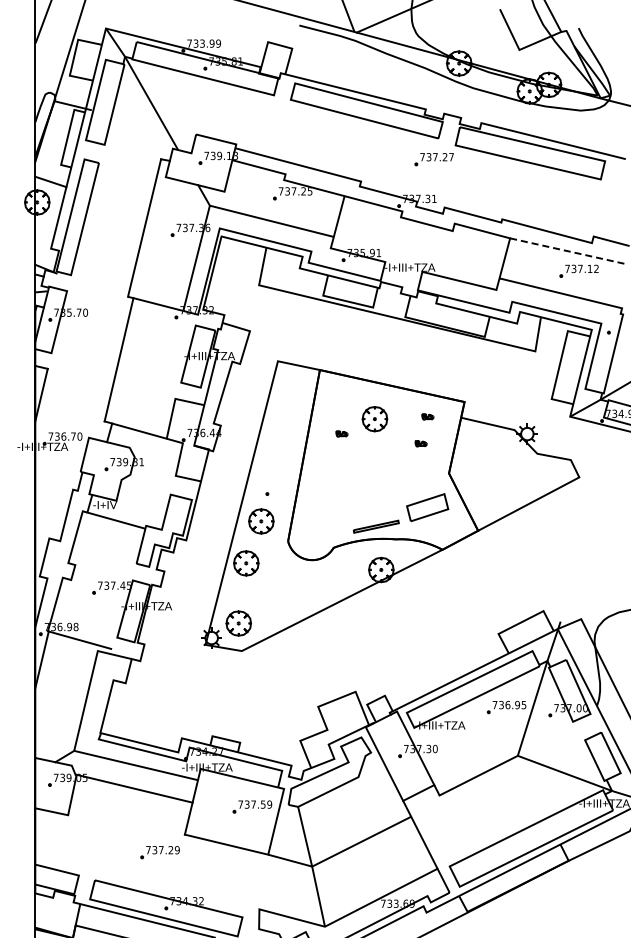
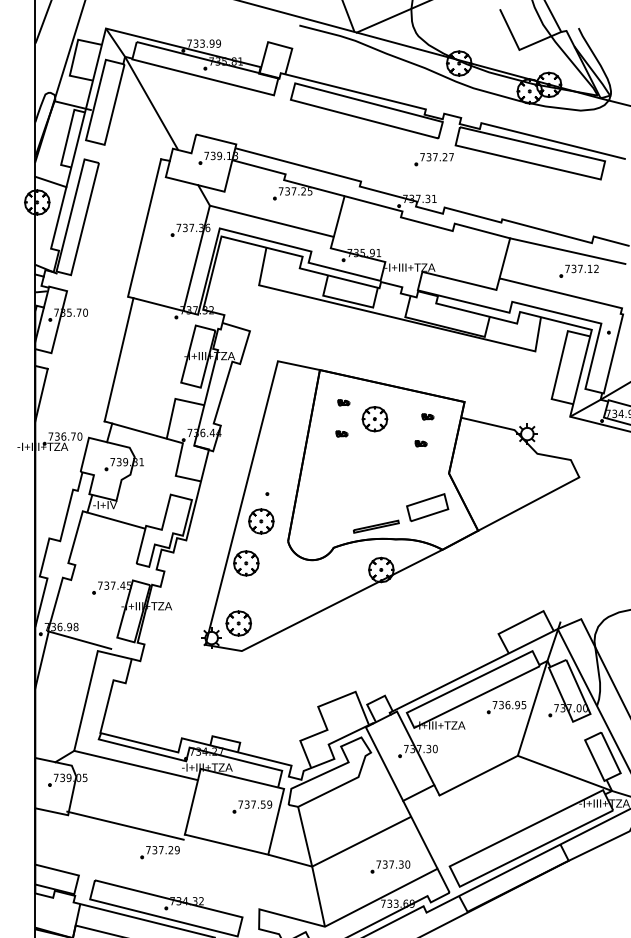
line at (568, 251): dashed -> solid
part at (343, 402): none -> present
line at (134, 788) position: (134, 788) -> (125, 825)
part at (390, 866): none -> present
